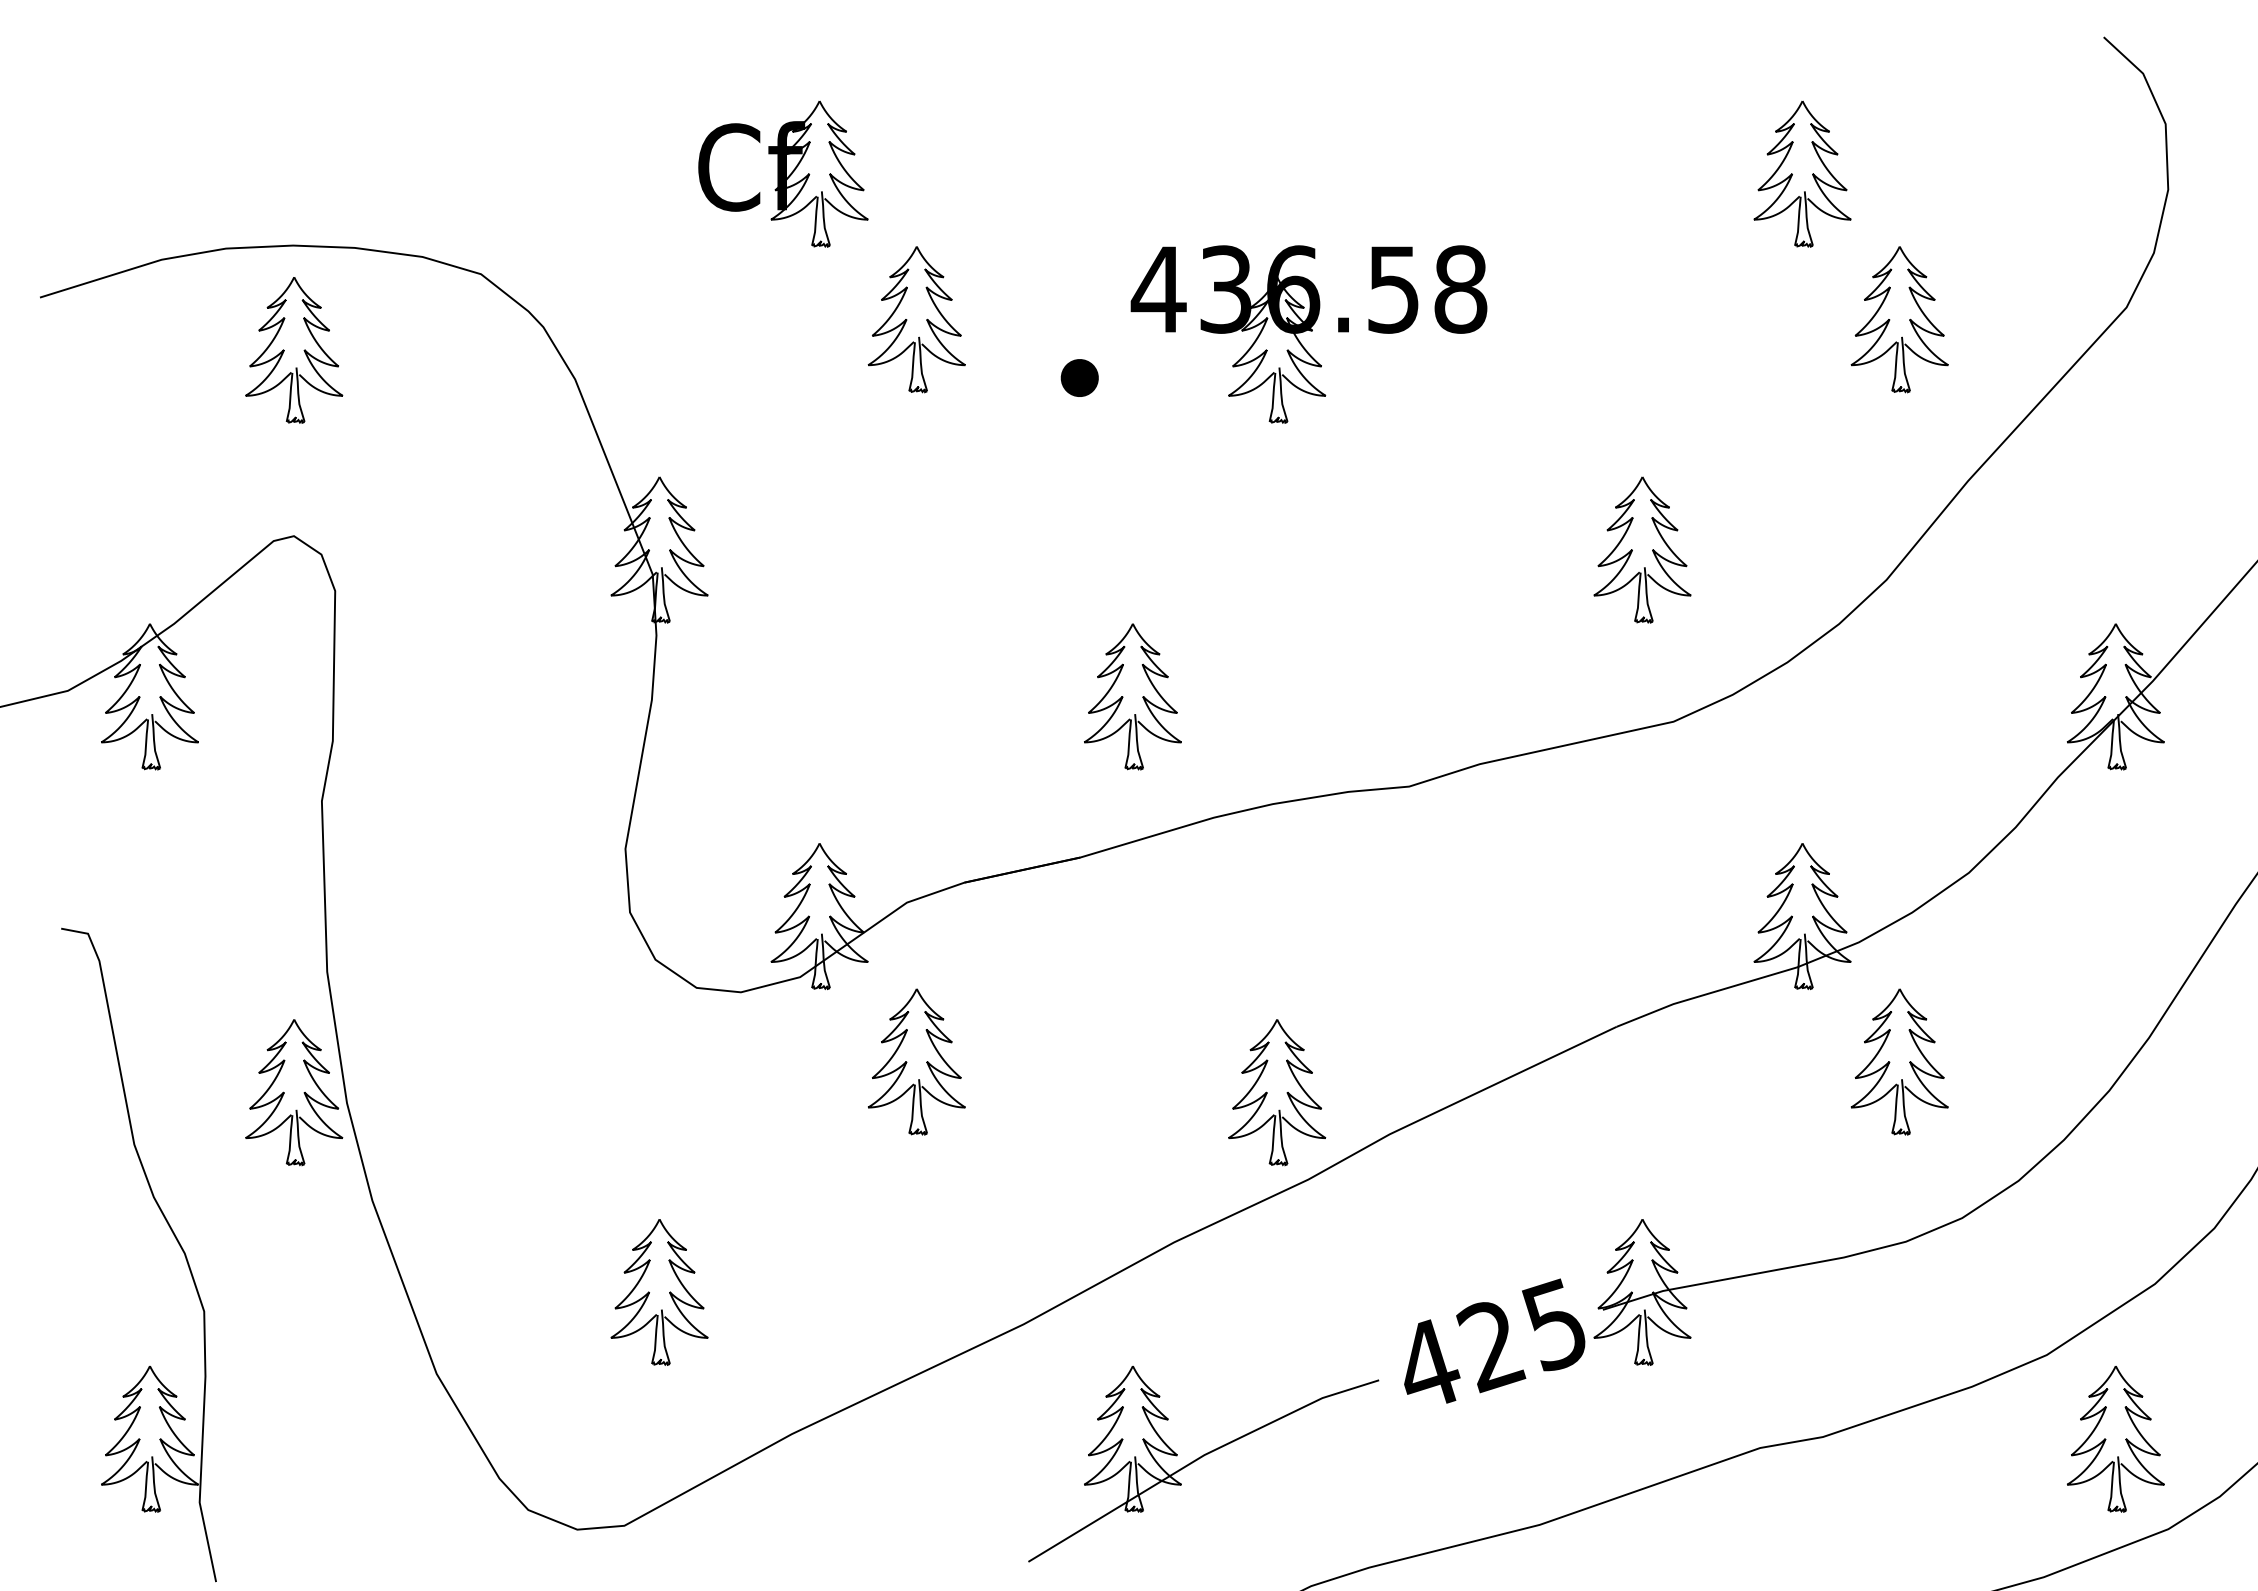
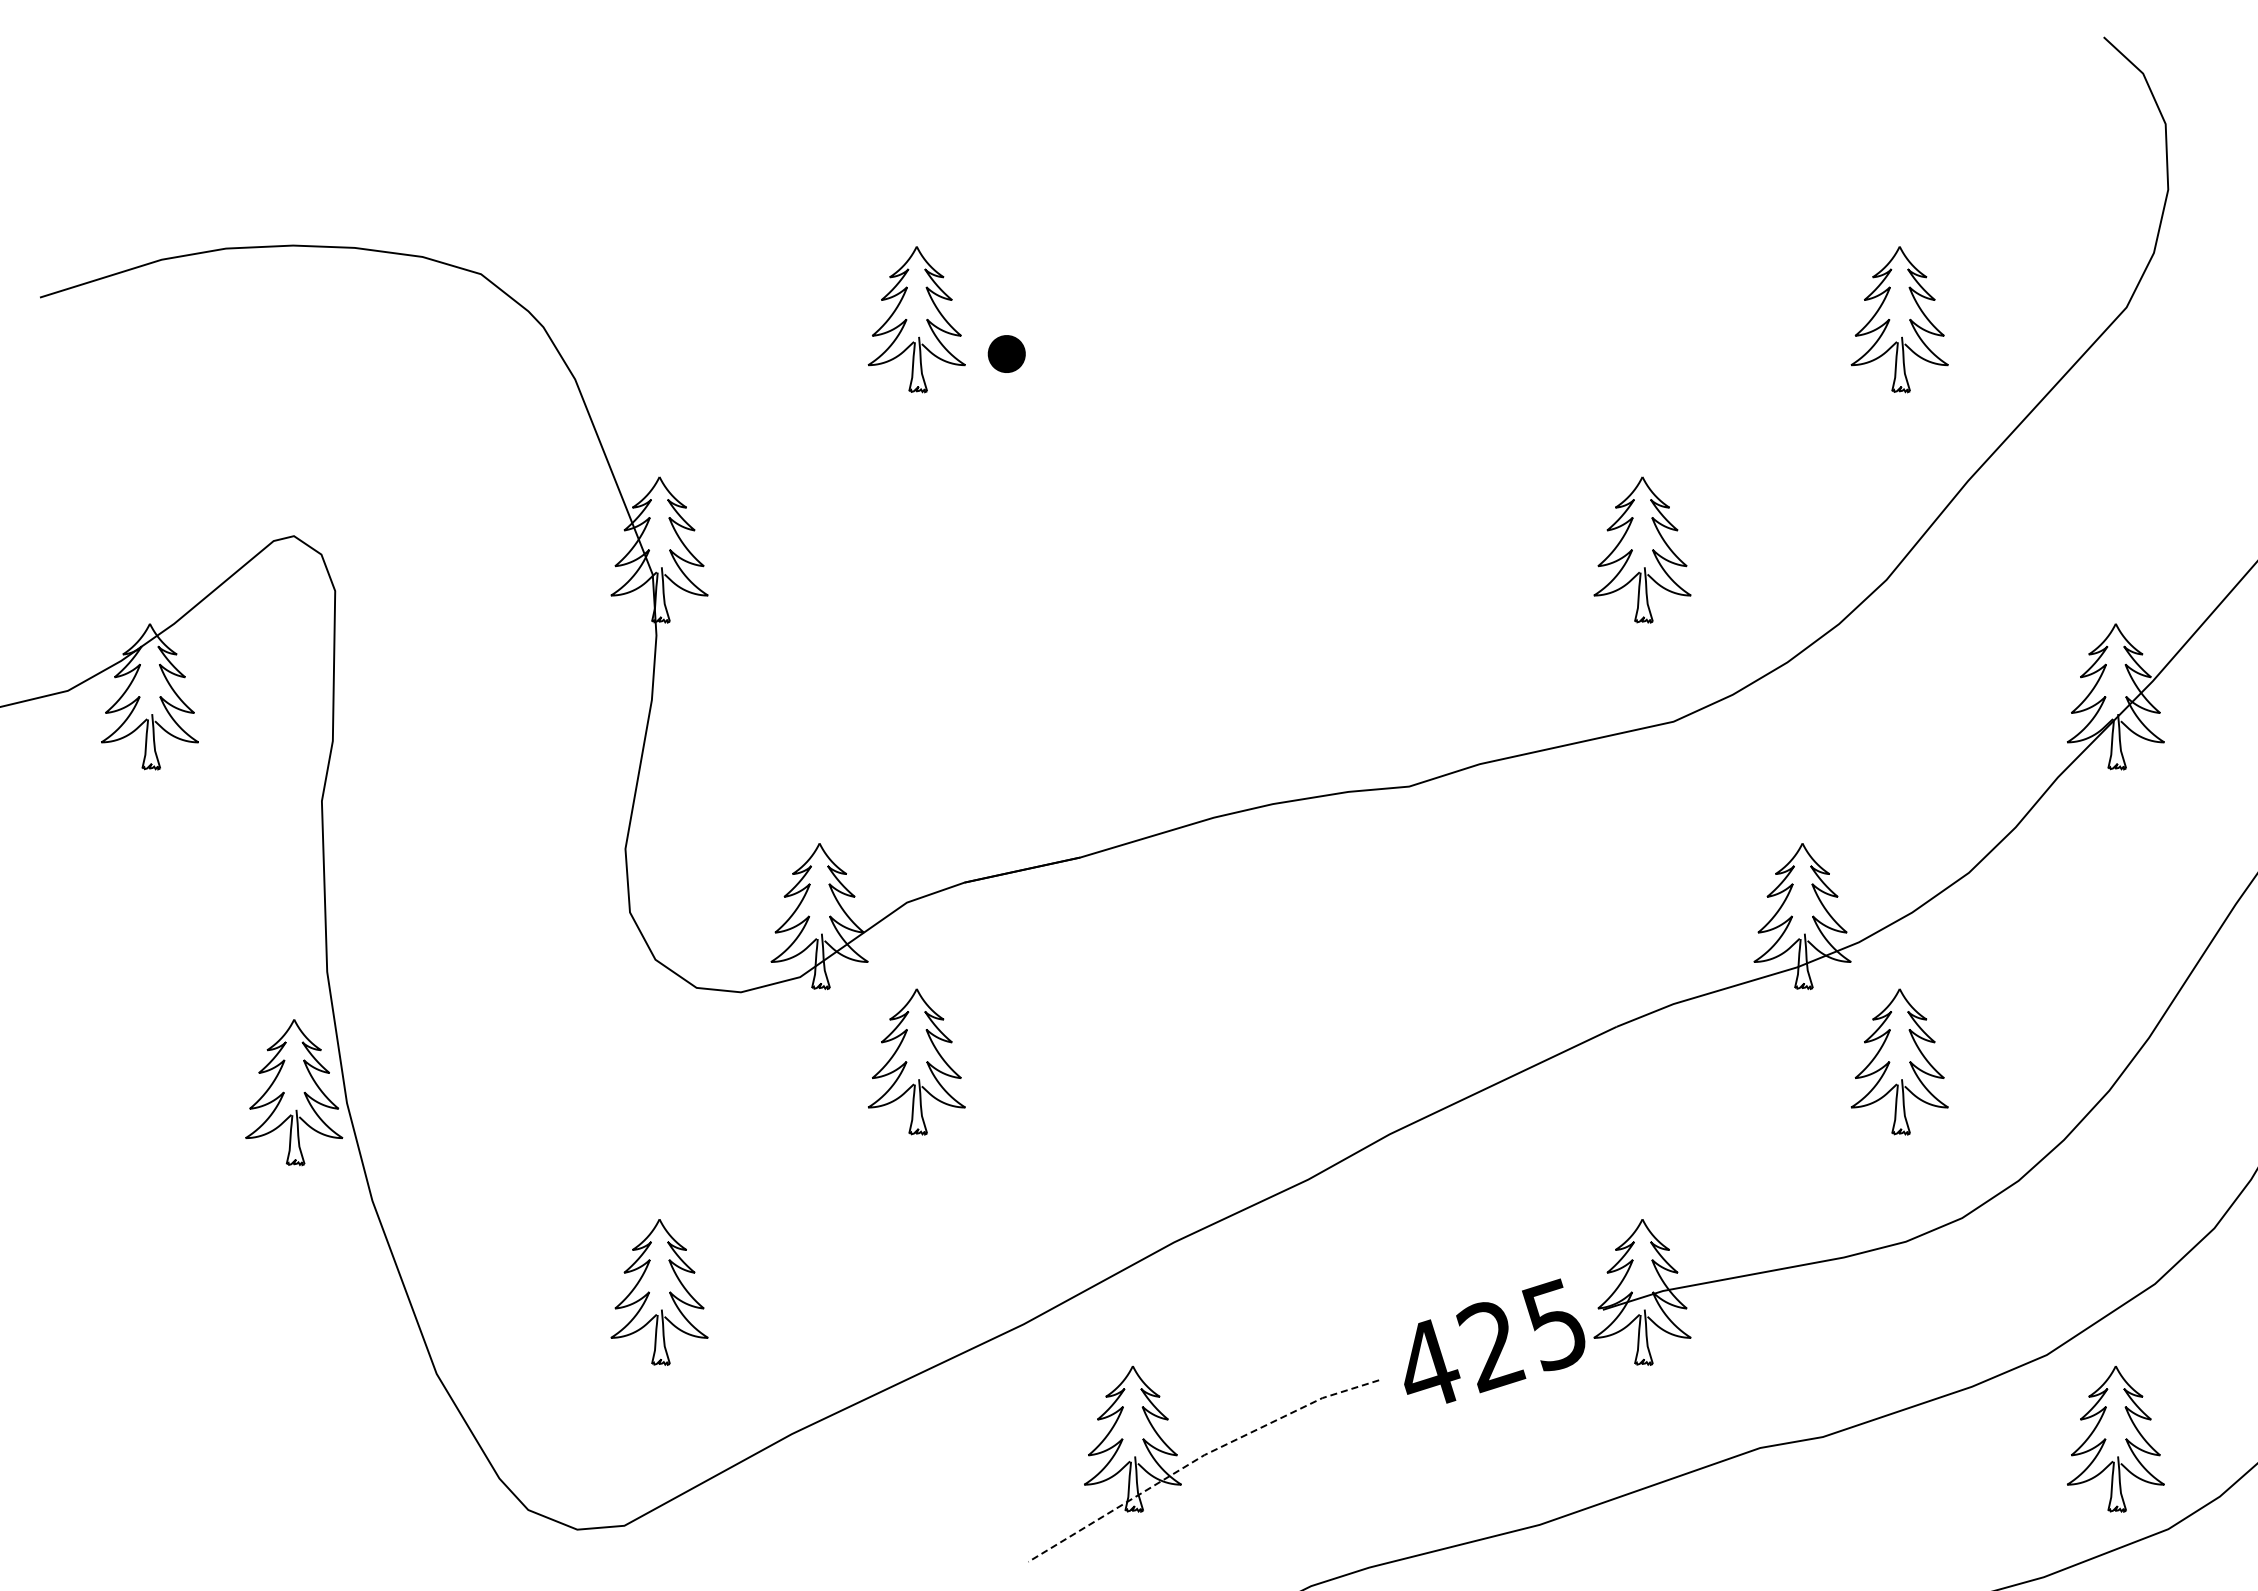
part at (783, 173): present -> none
part at (1802, 173): present -> none
part at (1308, 334): present -> none
part at (294, 350): present -> none
part at (1079, 377) position: (1079, 377) -> (1006, 353)
part at (1132, 696): present -> none
part at (1277, 1092): present -> none
part at (174, 1237): present -> none
line at (1199, 1458): solid -> dashed
